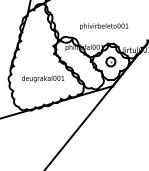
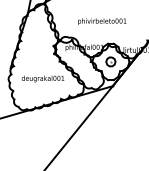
text at (104, 26) position: (104, 26) -> (102, 21)
